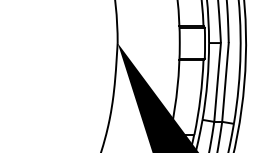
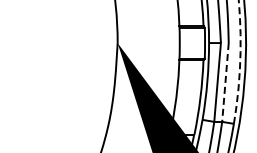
arc at (240, 63): solid -> dashed
line at (225, 82): solid -> dashed
